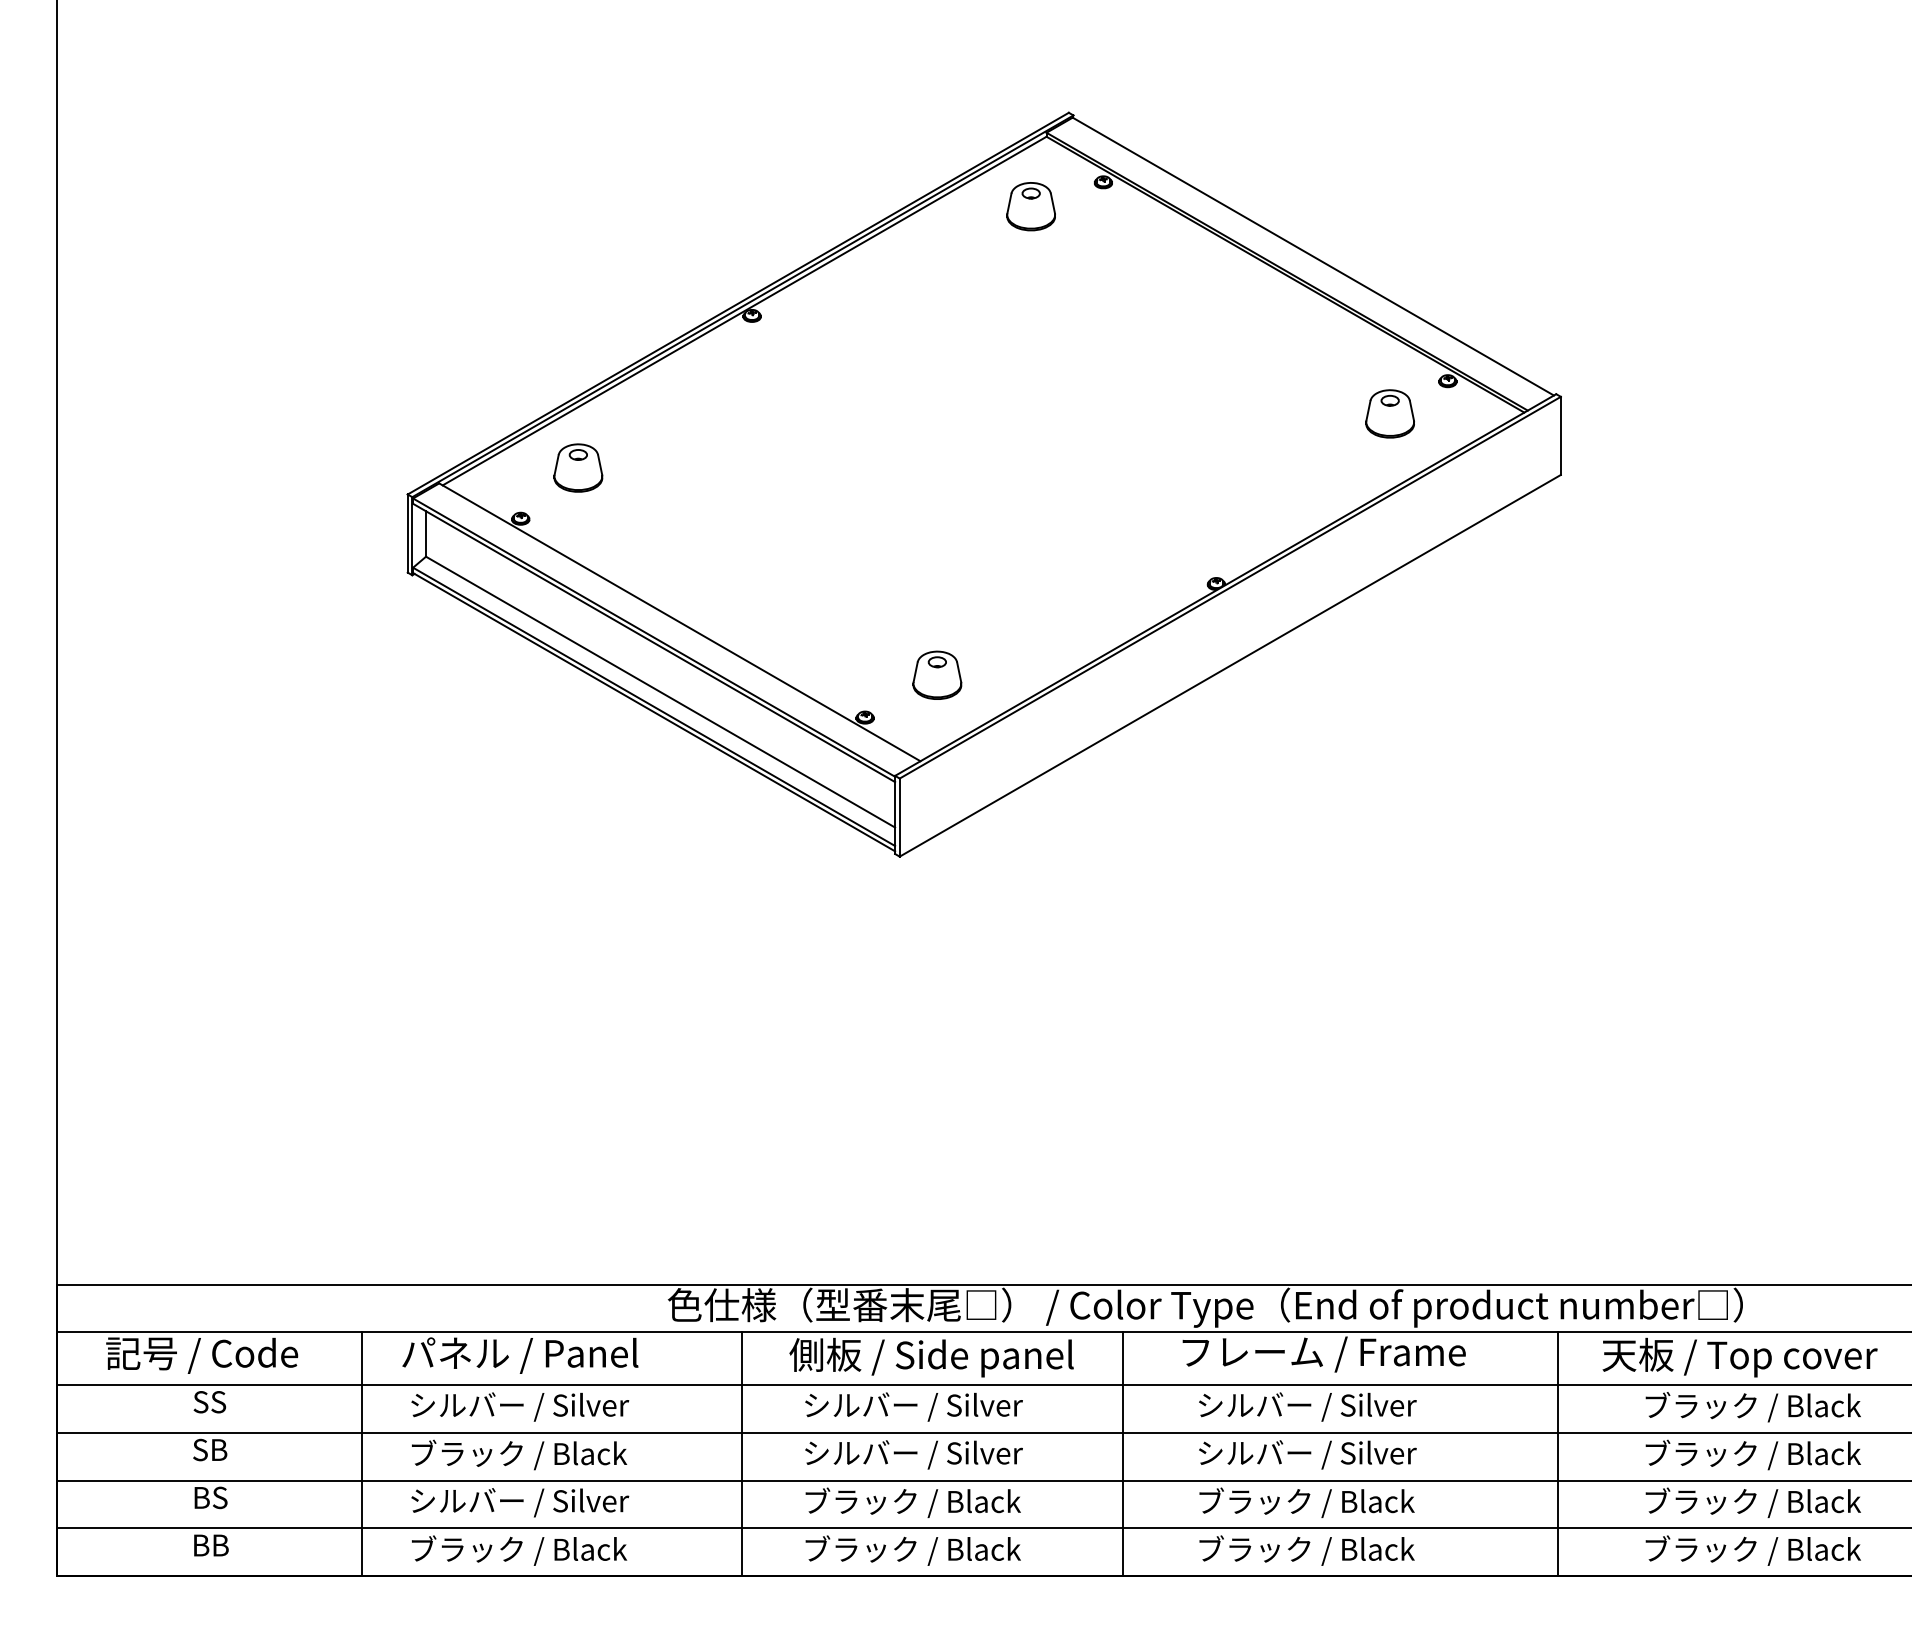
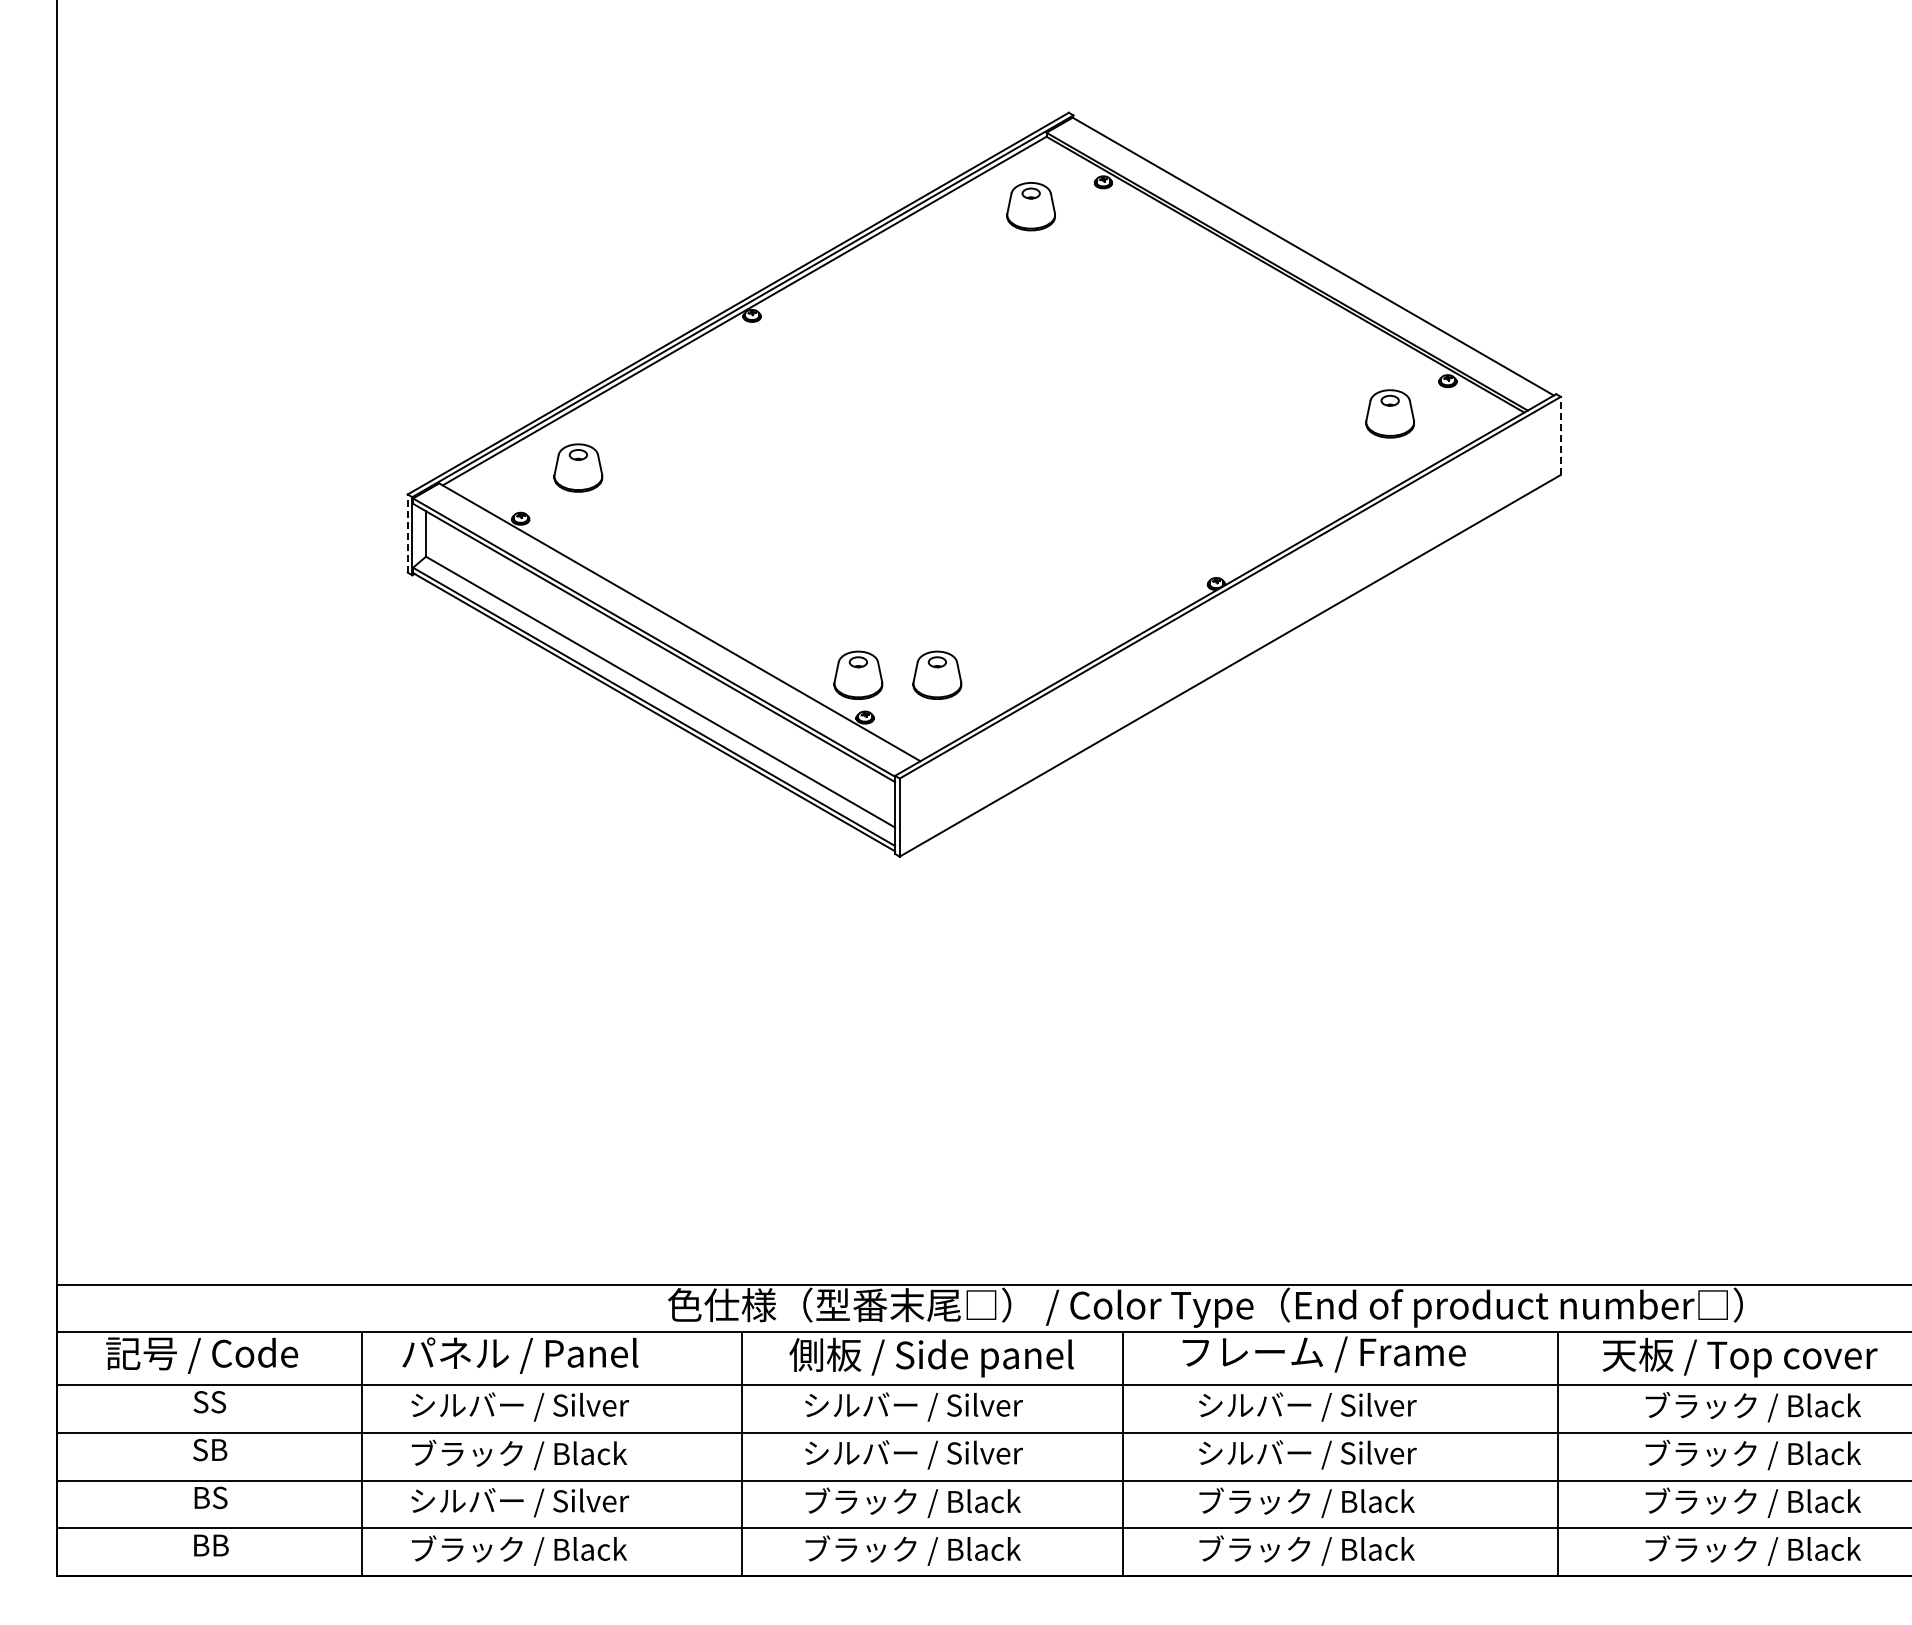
line at (1560, 435): solid -> dashed
line at (407, 533): solid -> dashed
part at (858, 674): none -> present
